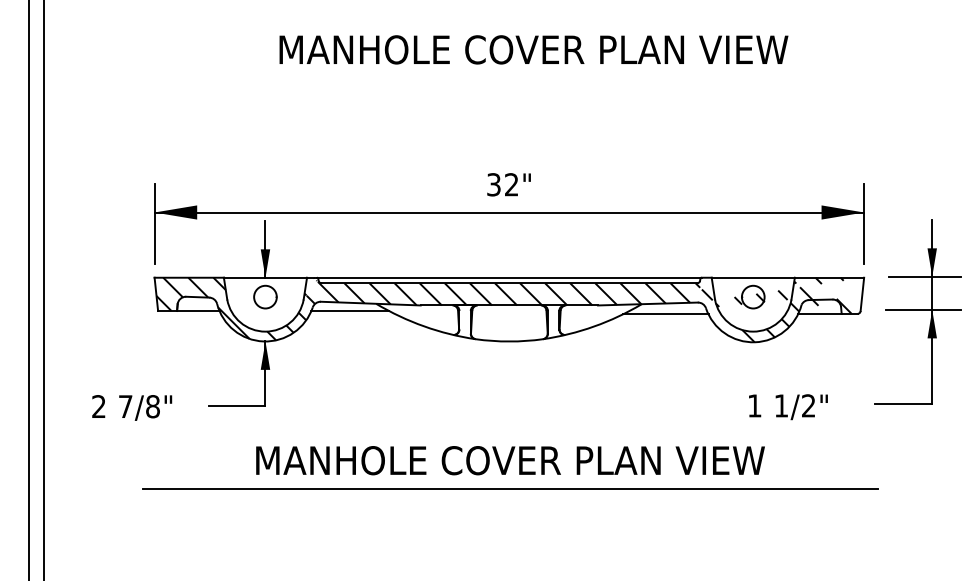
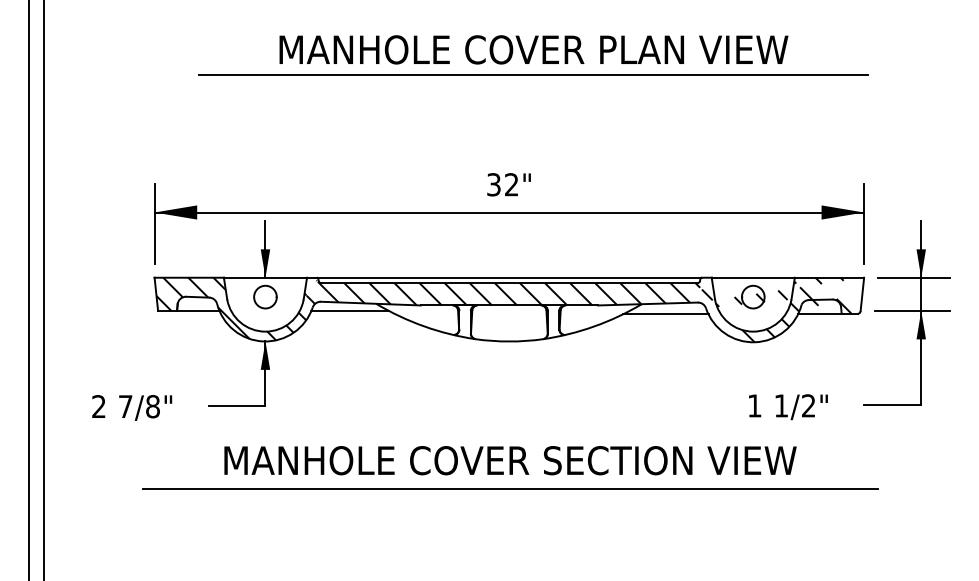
line at (533, 74): none -> present
part at (917, 311) position: (917, 311) -> (906, 312)
text at (510, 460): MANHOLE COVER PLAN VIEW -> MANHOLE COVER SECTION VIEW
